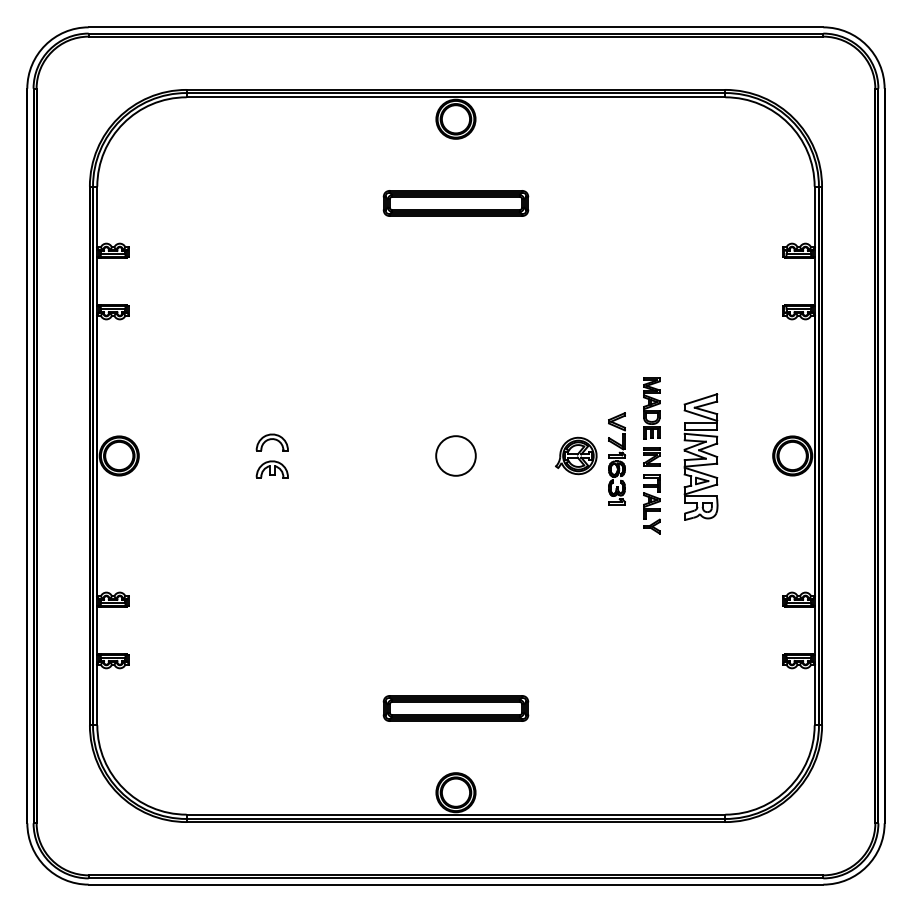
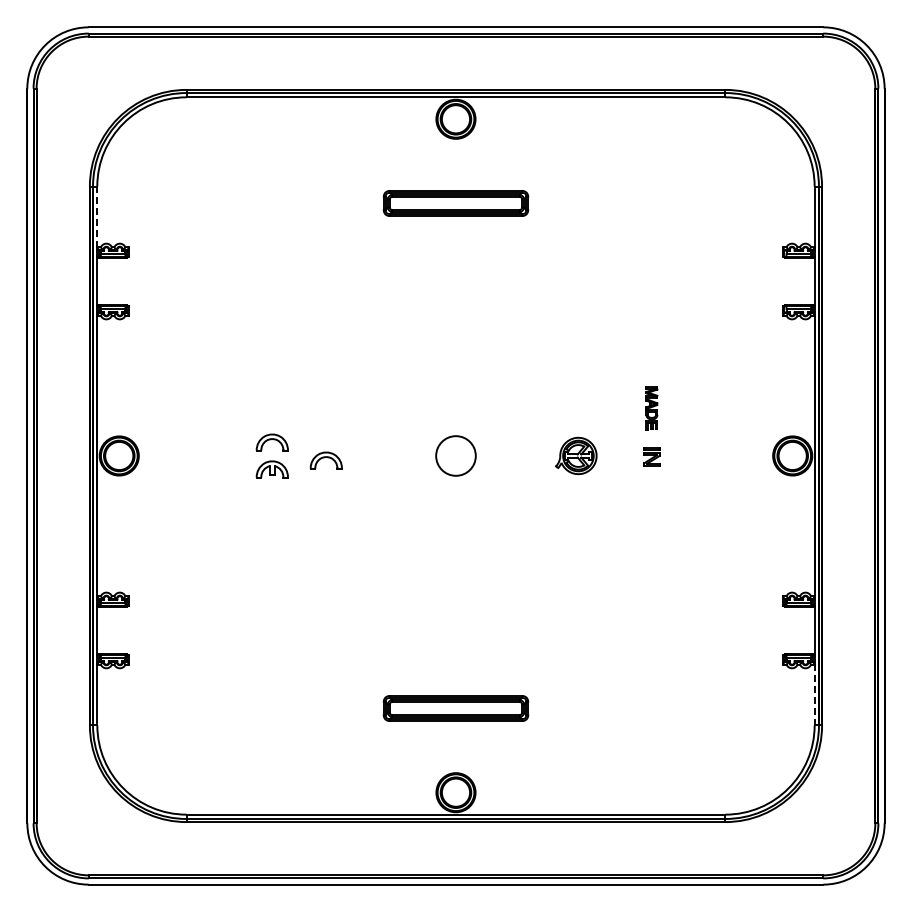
line at (97, 217): solid -> dashed
part at (651, 408) size: 18x63 px -> 14x45 px
part at (700, 456): present -> none
part at (616, 458): present -> none
part at (325, 460): none -> present
part at (651, 504): present -> none
line at (814, 694): solid -> dashed
